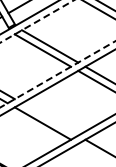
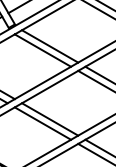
line at (37, 21): dashed -> solid
line at (57, 74): dashed -> solid
line at (50, 119): none -> present
line at (95, 153): none -> present
